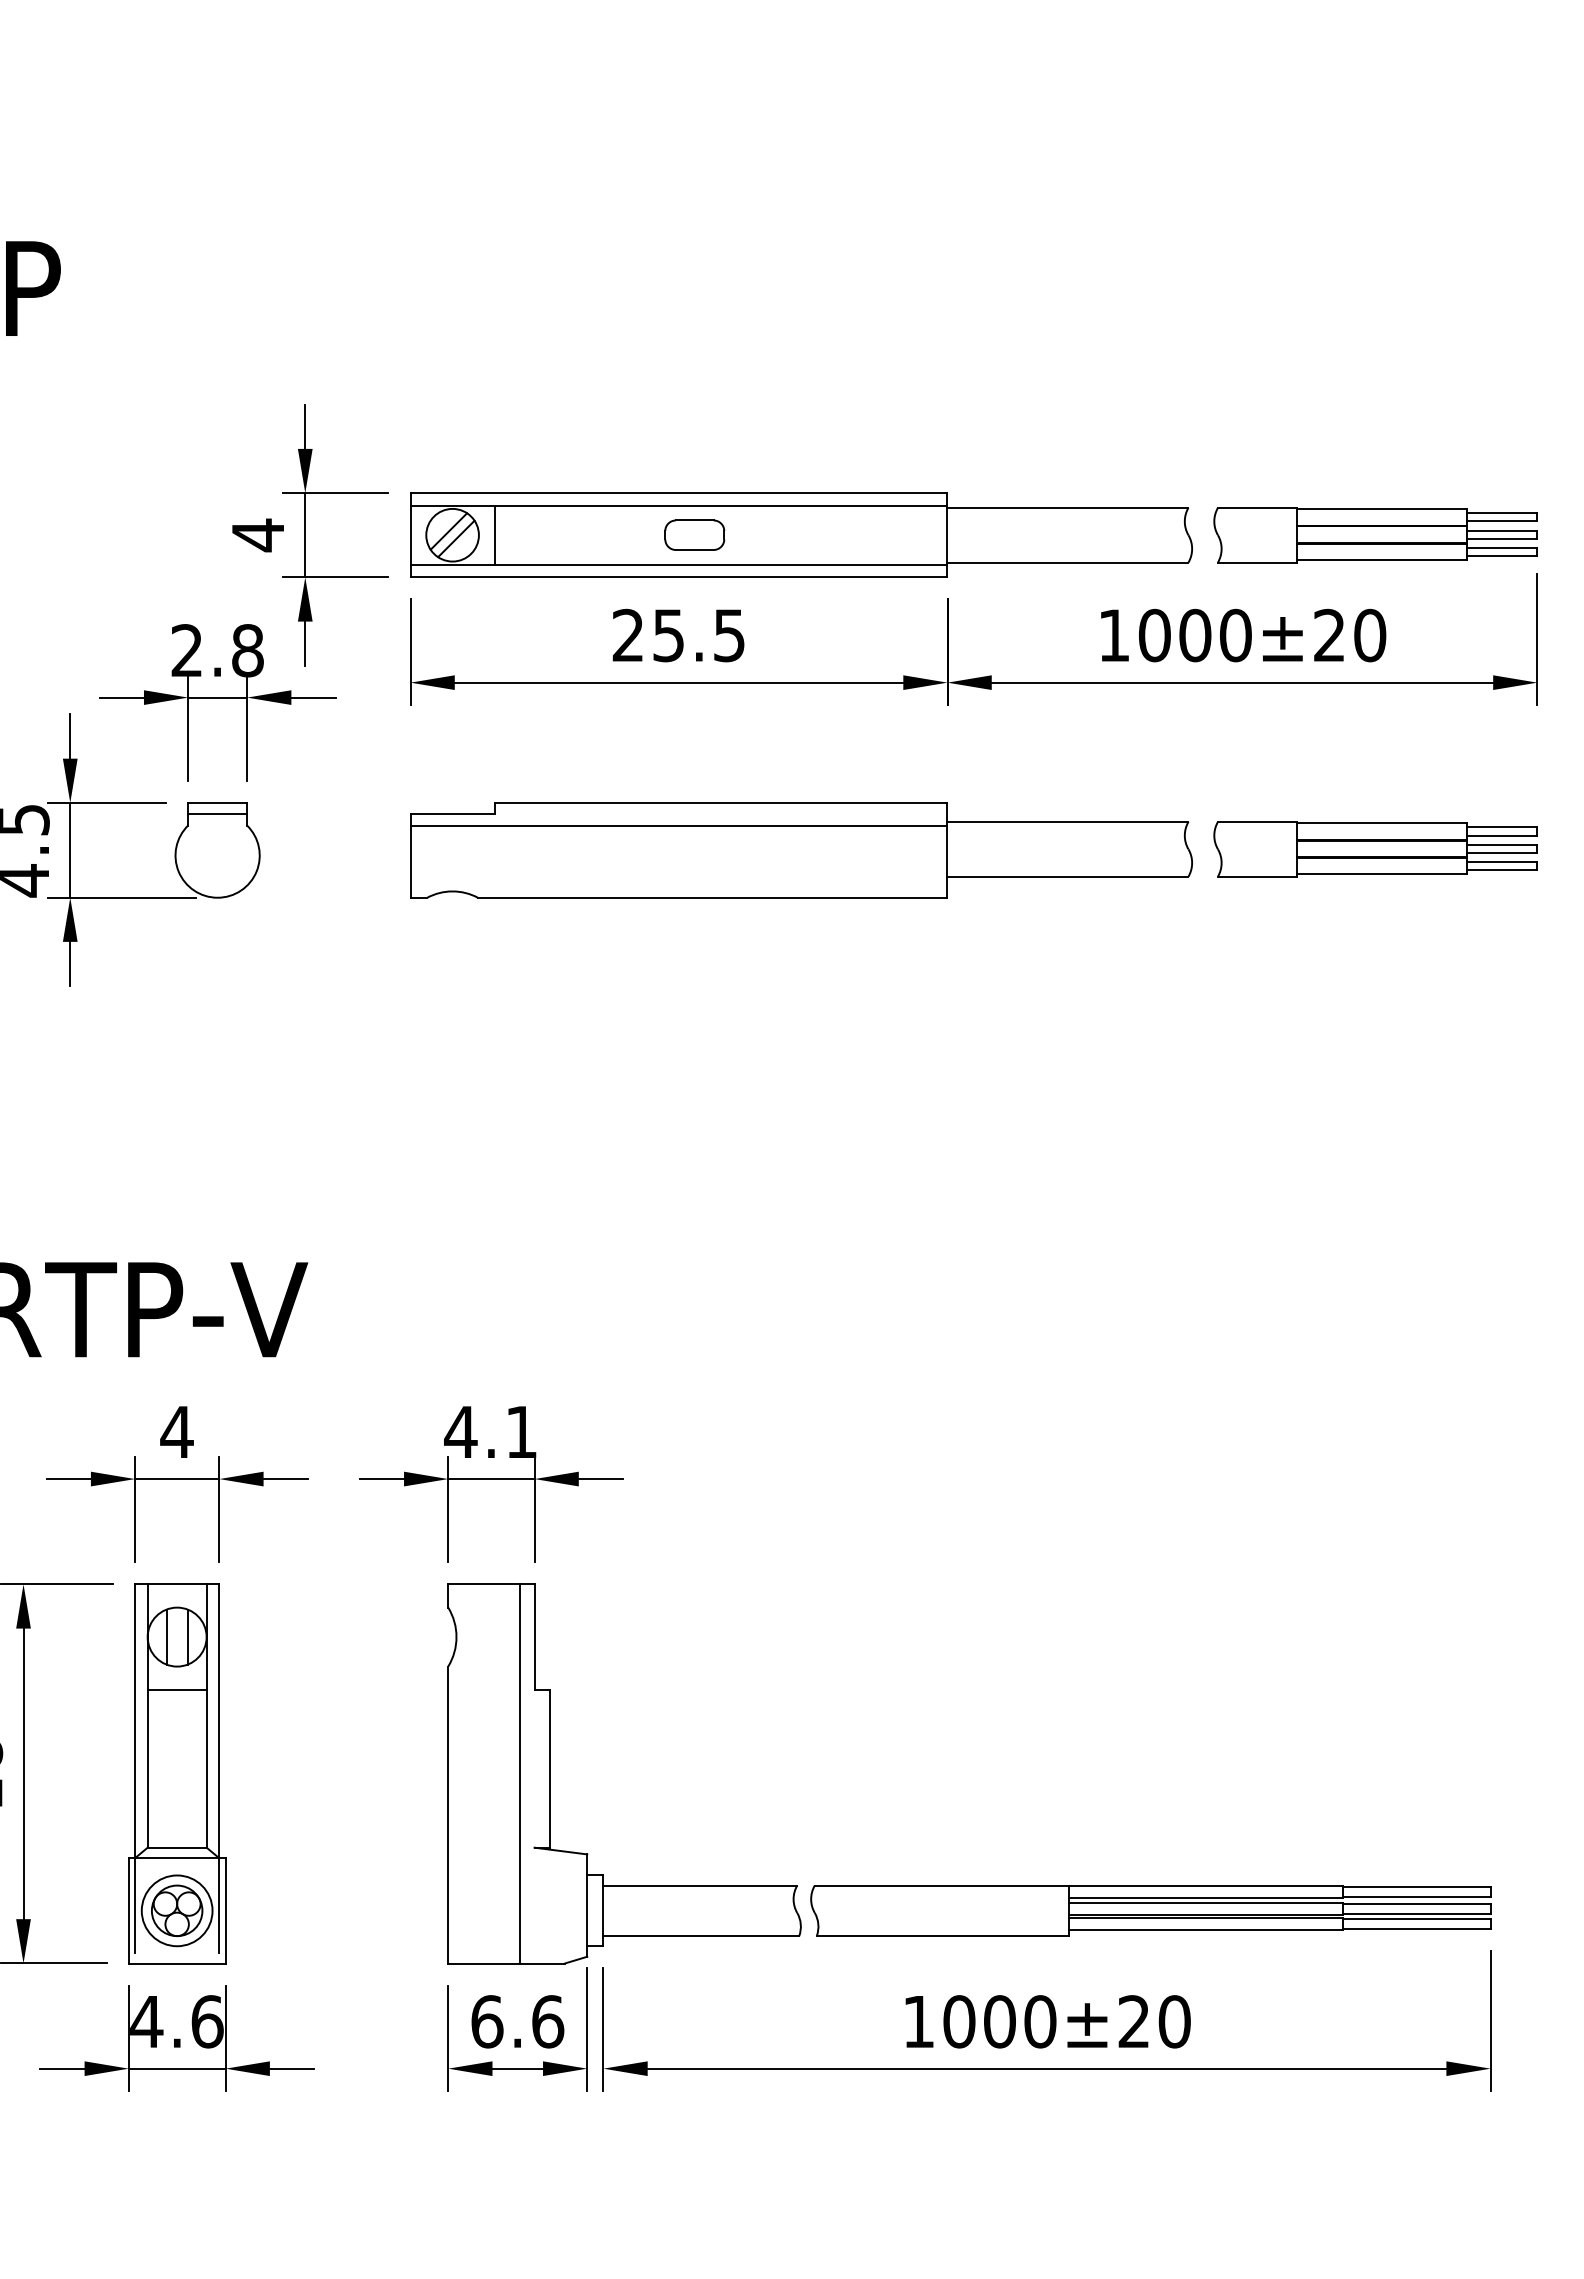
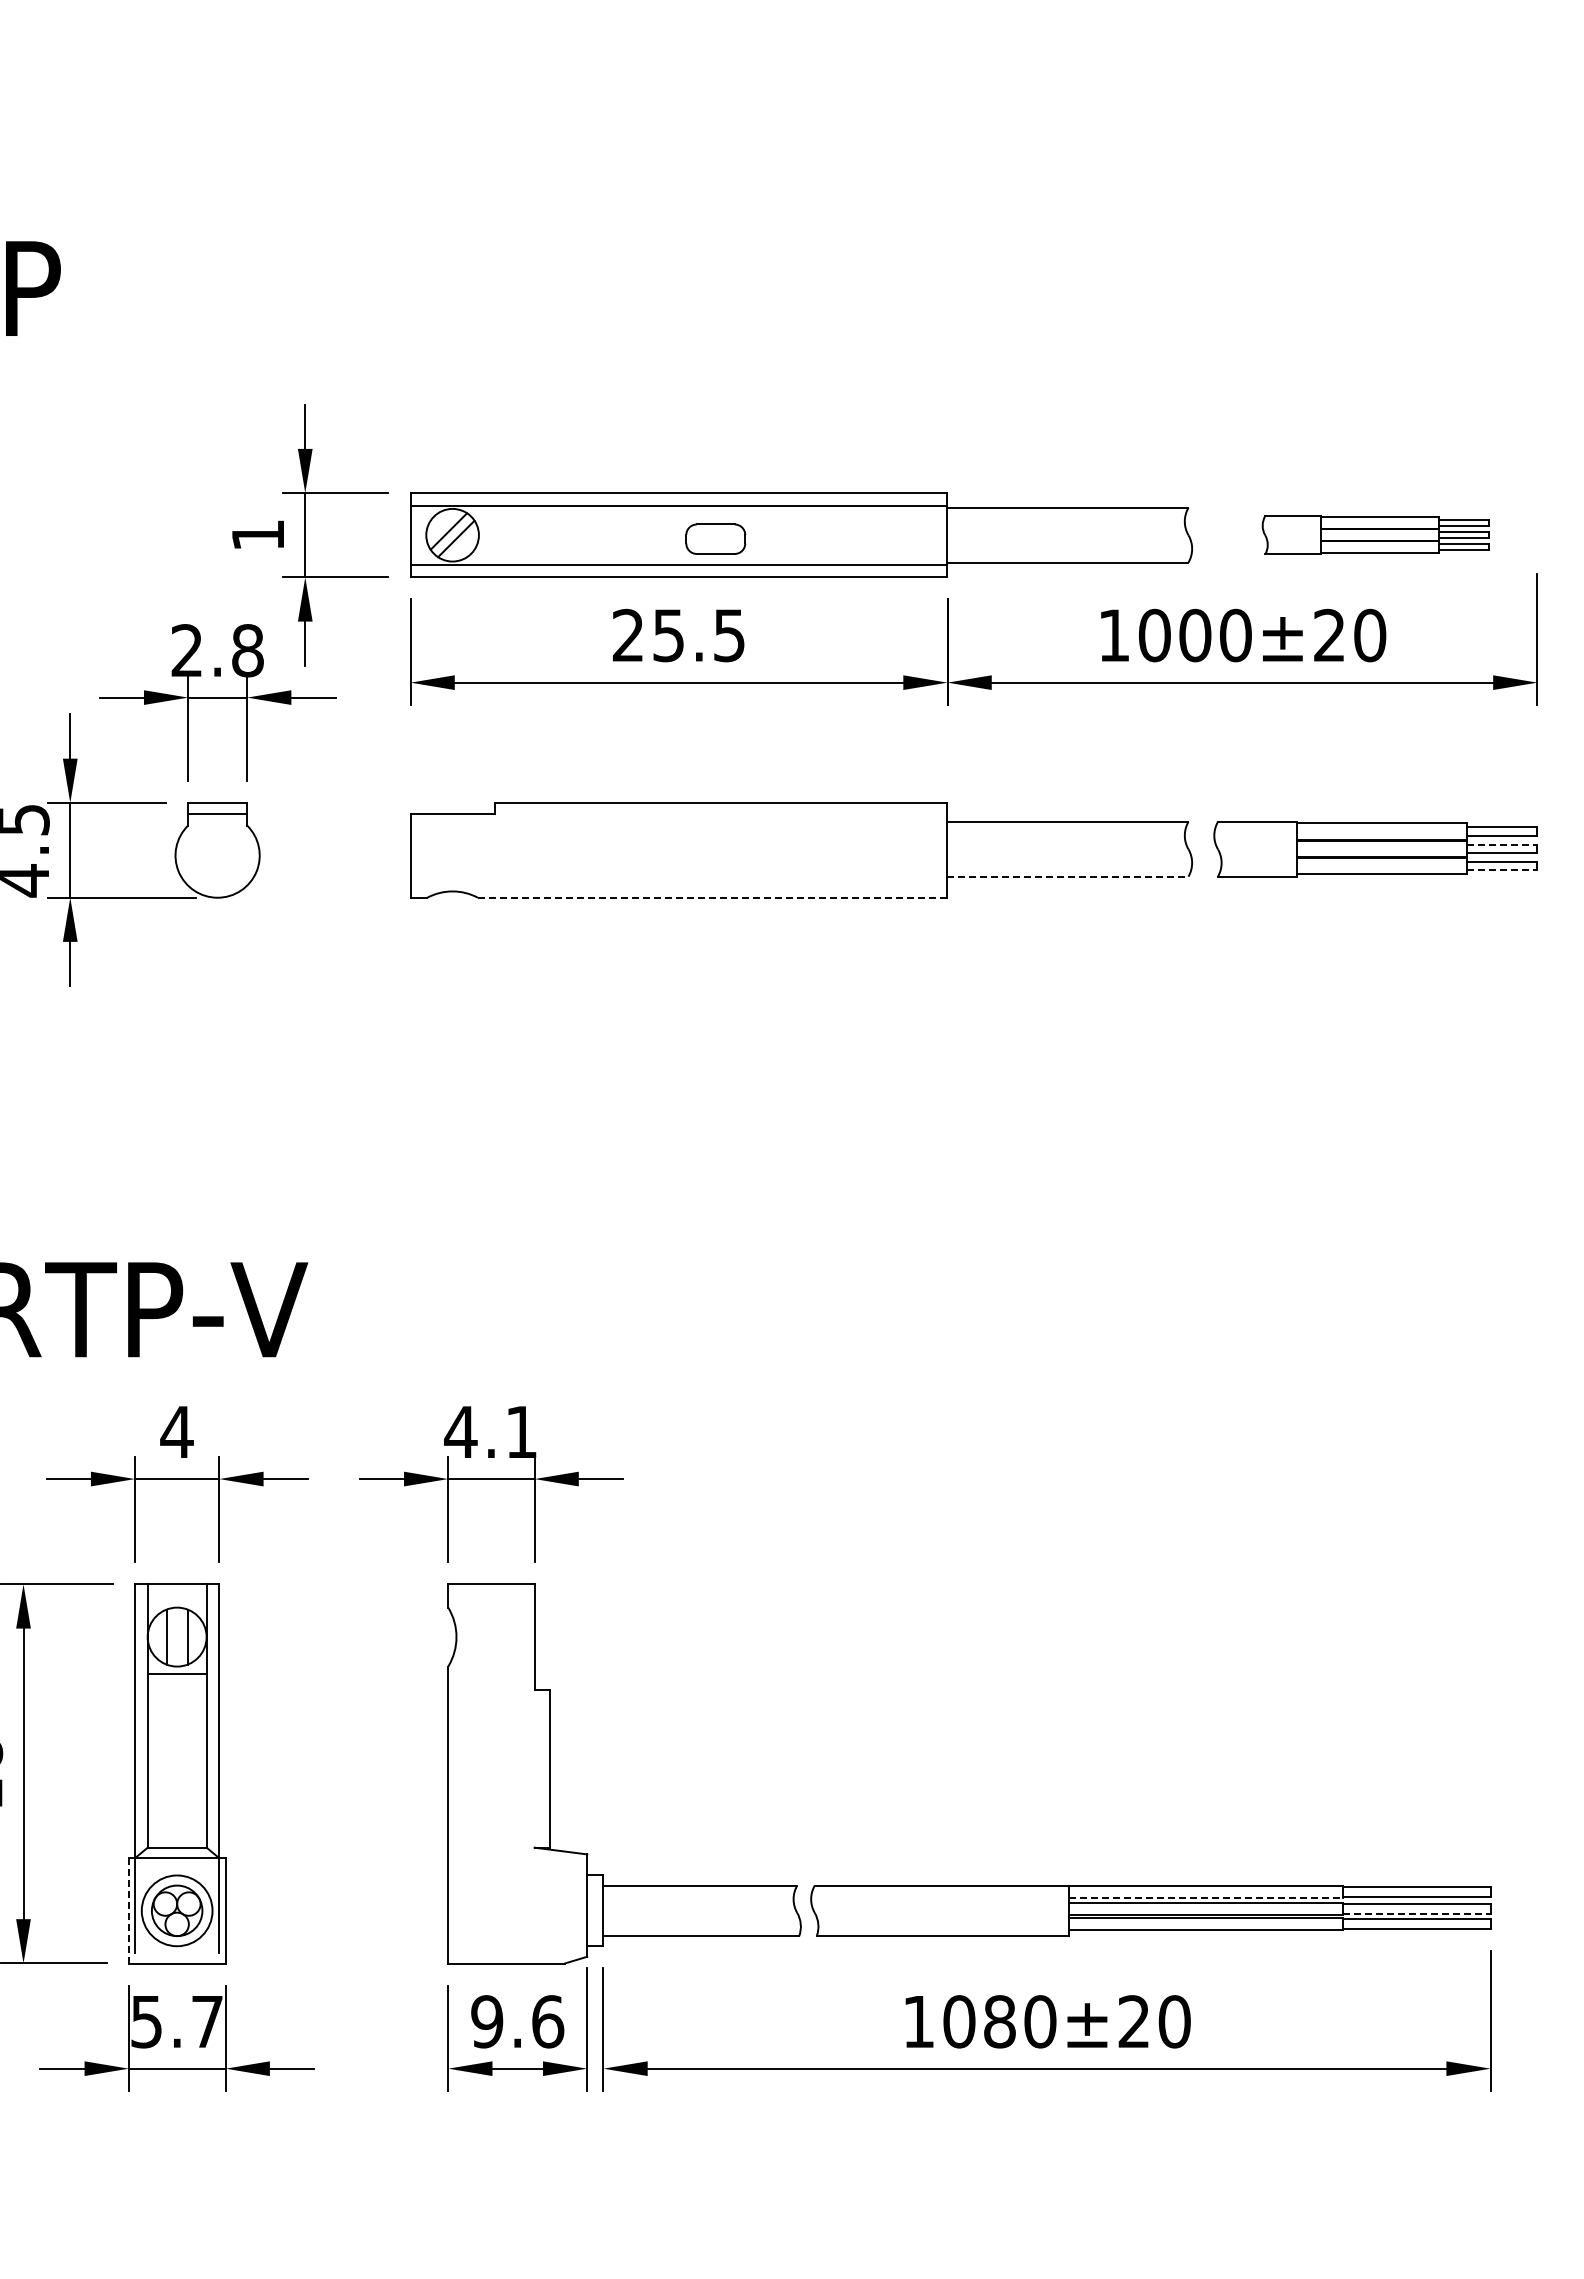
line at (494, 534): present -> none
part at (694, 534) position: (694, 534) -> (715, 538)
text at (257, 535): 4 -> 1
part at (1375, 535) size: 325x57 px -> 229x40 px
line at (678, 825): present -> none
line at (1502, 844): solid -> dashed
line at (1502, 870): solid -> dashed
line at (1067, 876): solid -> dashed
line at (712, 897): solid -> dashed
line at (176, 1689) position: (176, 1689) -> (176, 1673)
line at (519, 1773): present -> none
line at (1206, 1898): solid -> dashed
line at (128, 1910): solid -> dashed
line at (1416, 1914): solid -> dashed
text at (176, 2021): 4.6 -> 5.7
text at (487, 2021): 6.6 -> 9.6
text at (999, 2021): 1000±20 -> 1080±20
